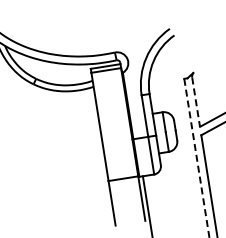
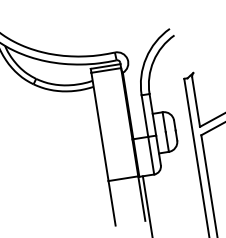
line at (196, 102): dashed -> solid
line at (196, 158): dashed -> solid
